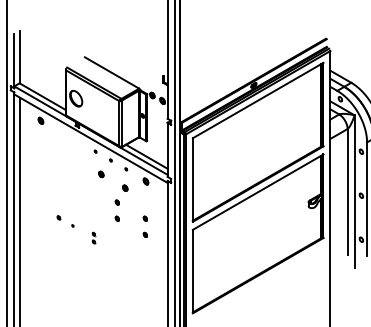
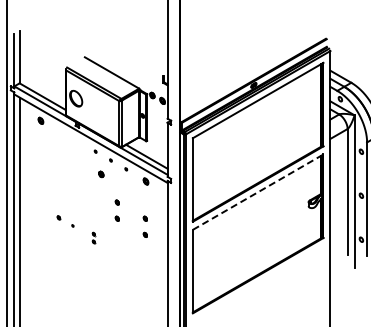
line at (174, 162): present -> none
part at (125, 187): present -> none
line at (258, 191): solid -> dashed
